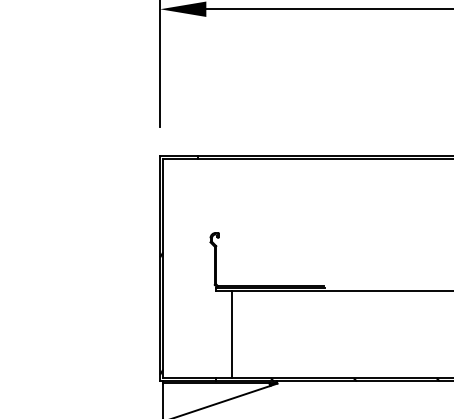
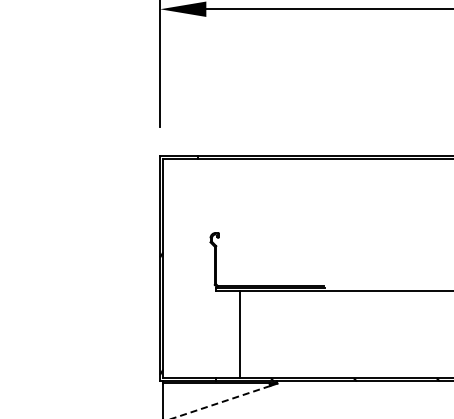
line at (232, 334) position: (232, 334) -> (240, 334)
line at (220, 402): solid -> dashed
